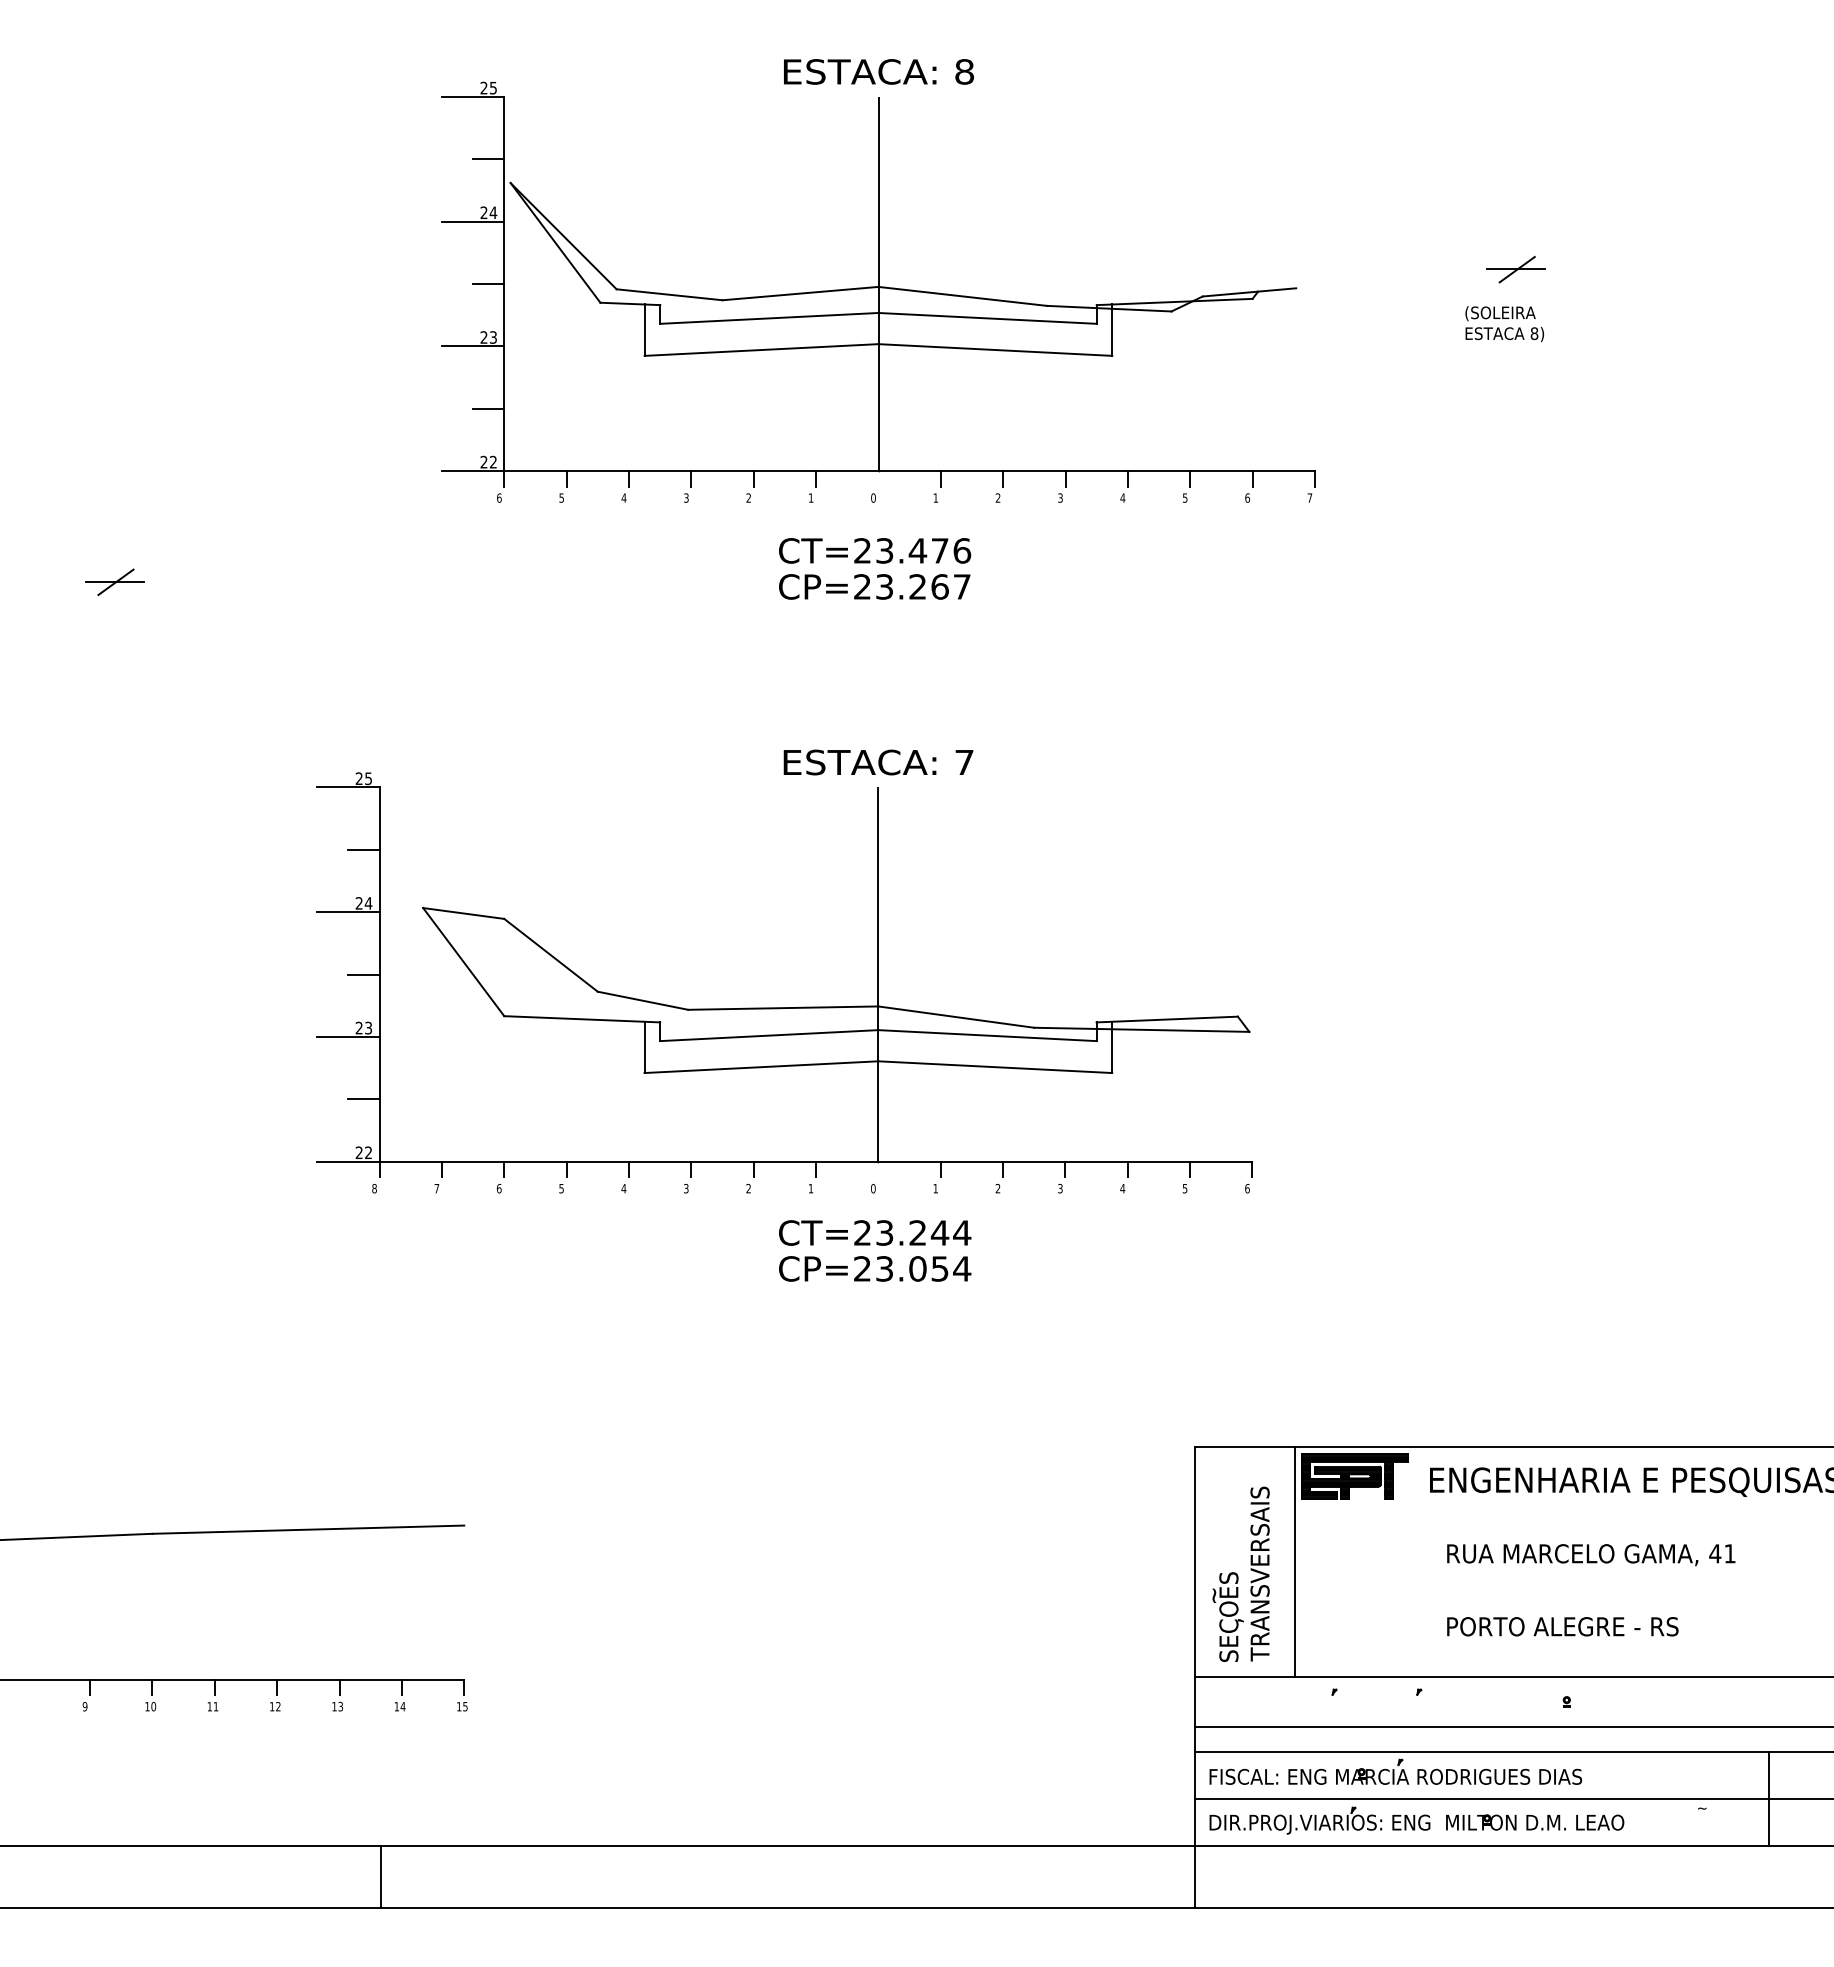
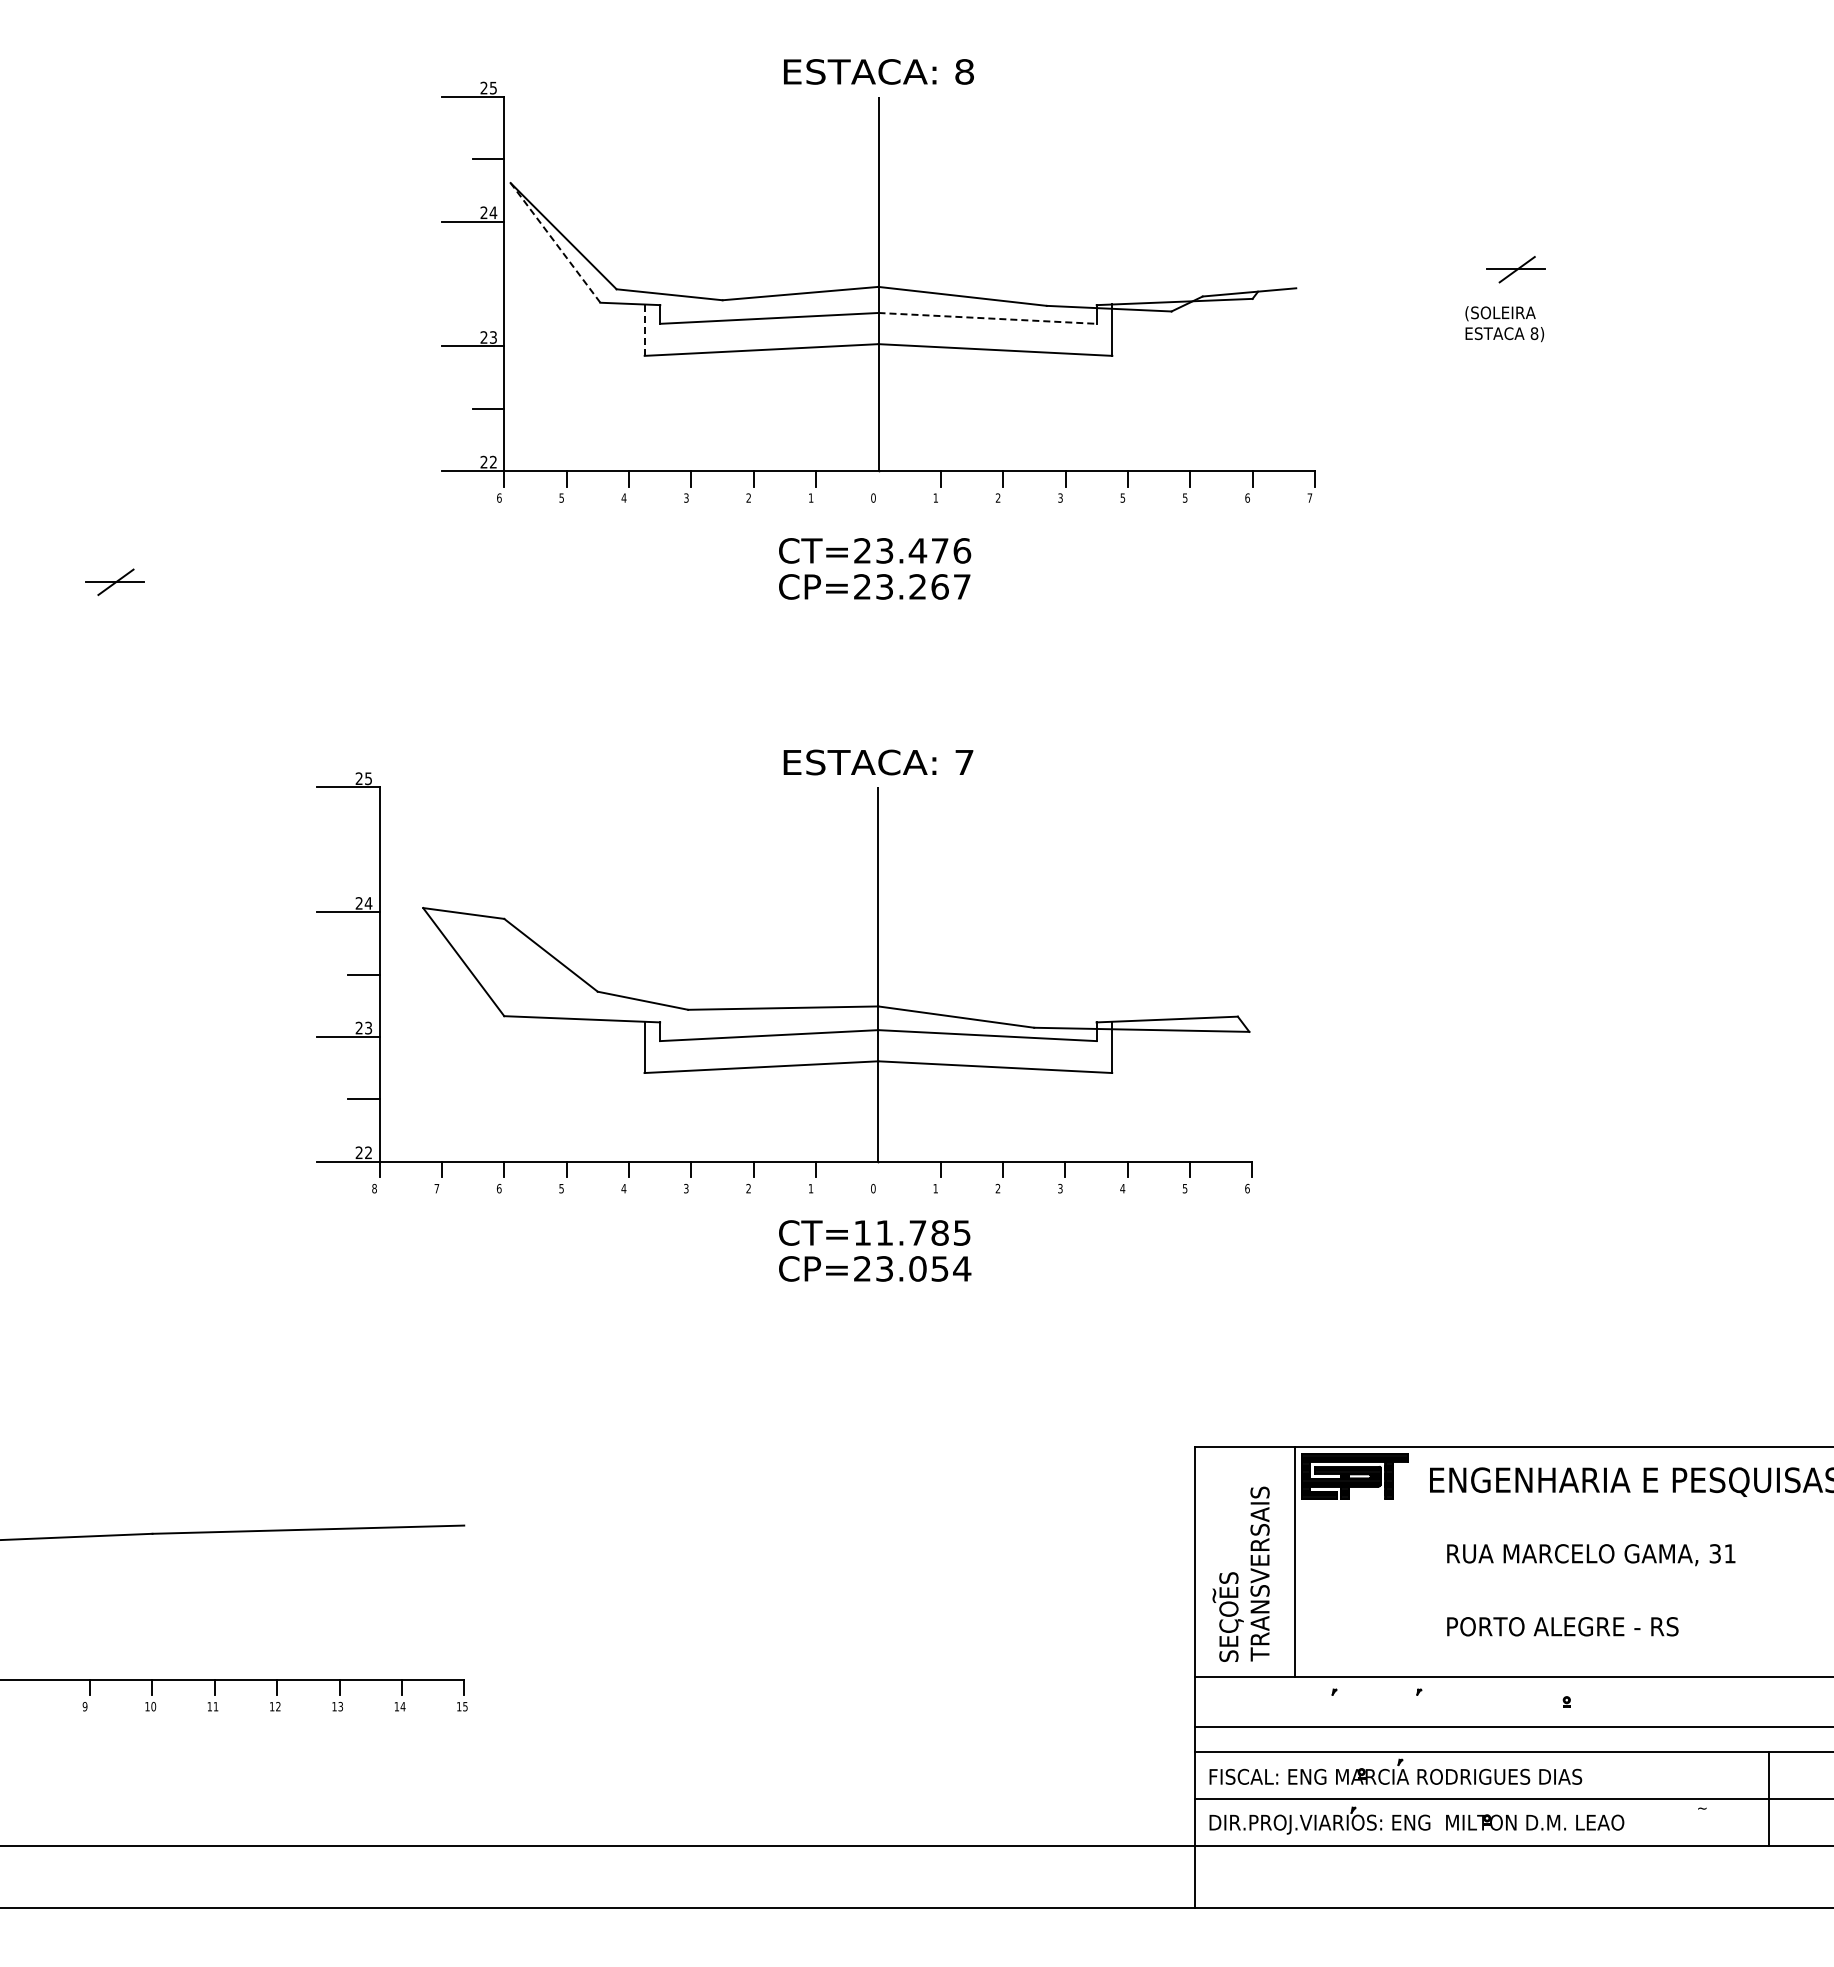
line at (555, 242): solid -> dashed
line at (488, 283): present -> none
line at (988, 318): solid -> dashed
line at (644, 330): solid -> dashed
text at (1122, 497): 4 -> 5
line at (363, 849): present -> none
text at (912, 1232): CT=23.244 -> CT=11.785
text at (1715, 1553): 41 -> 31
line at (381, 1876): present -> none
